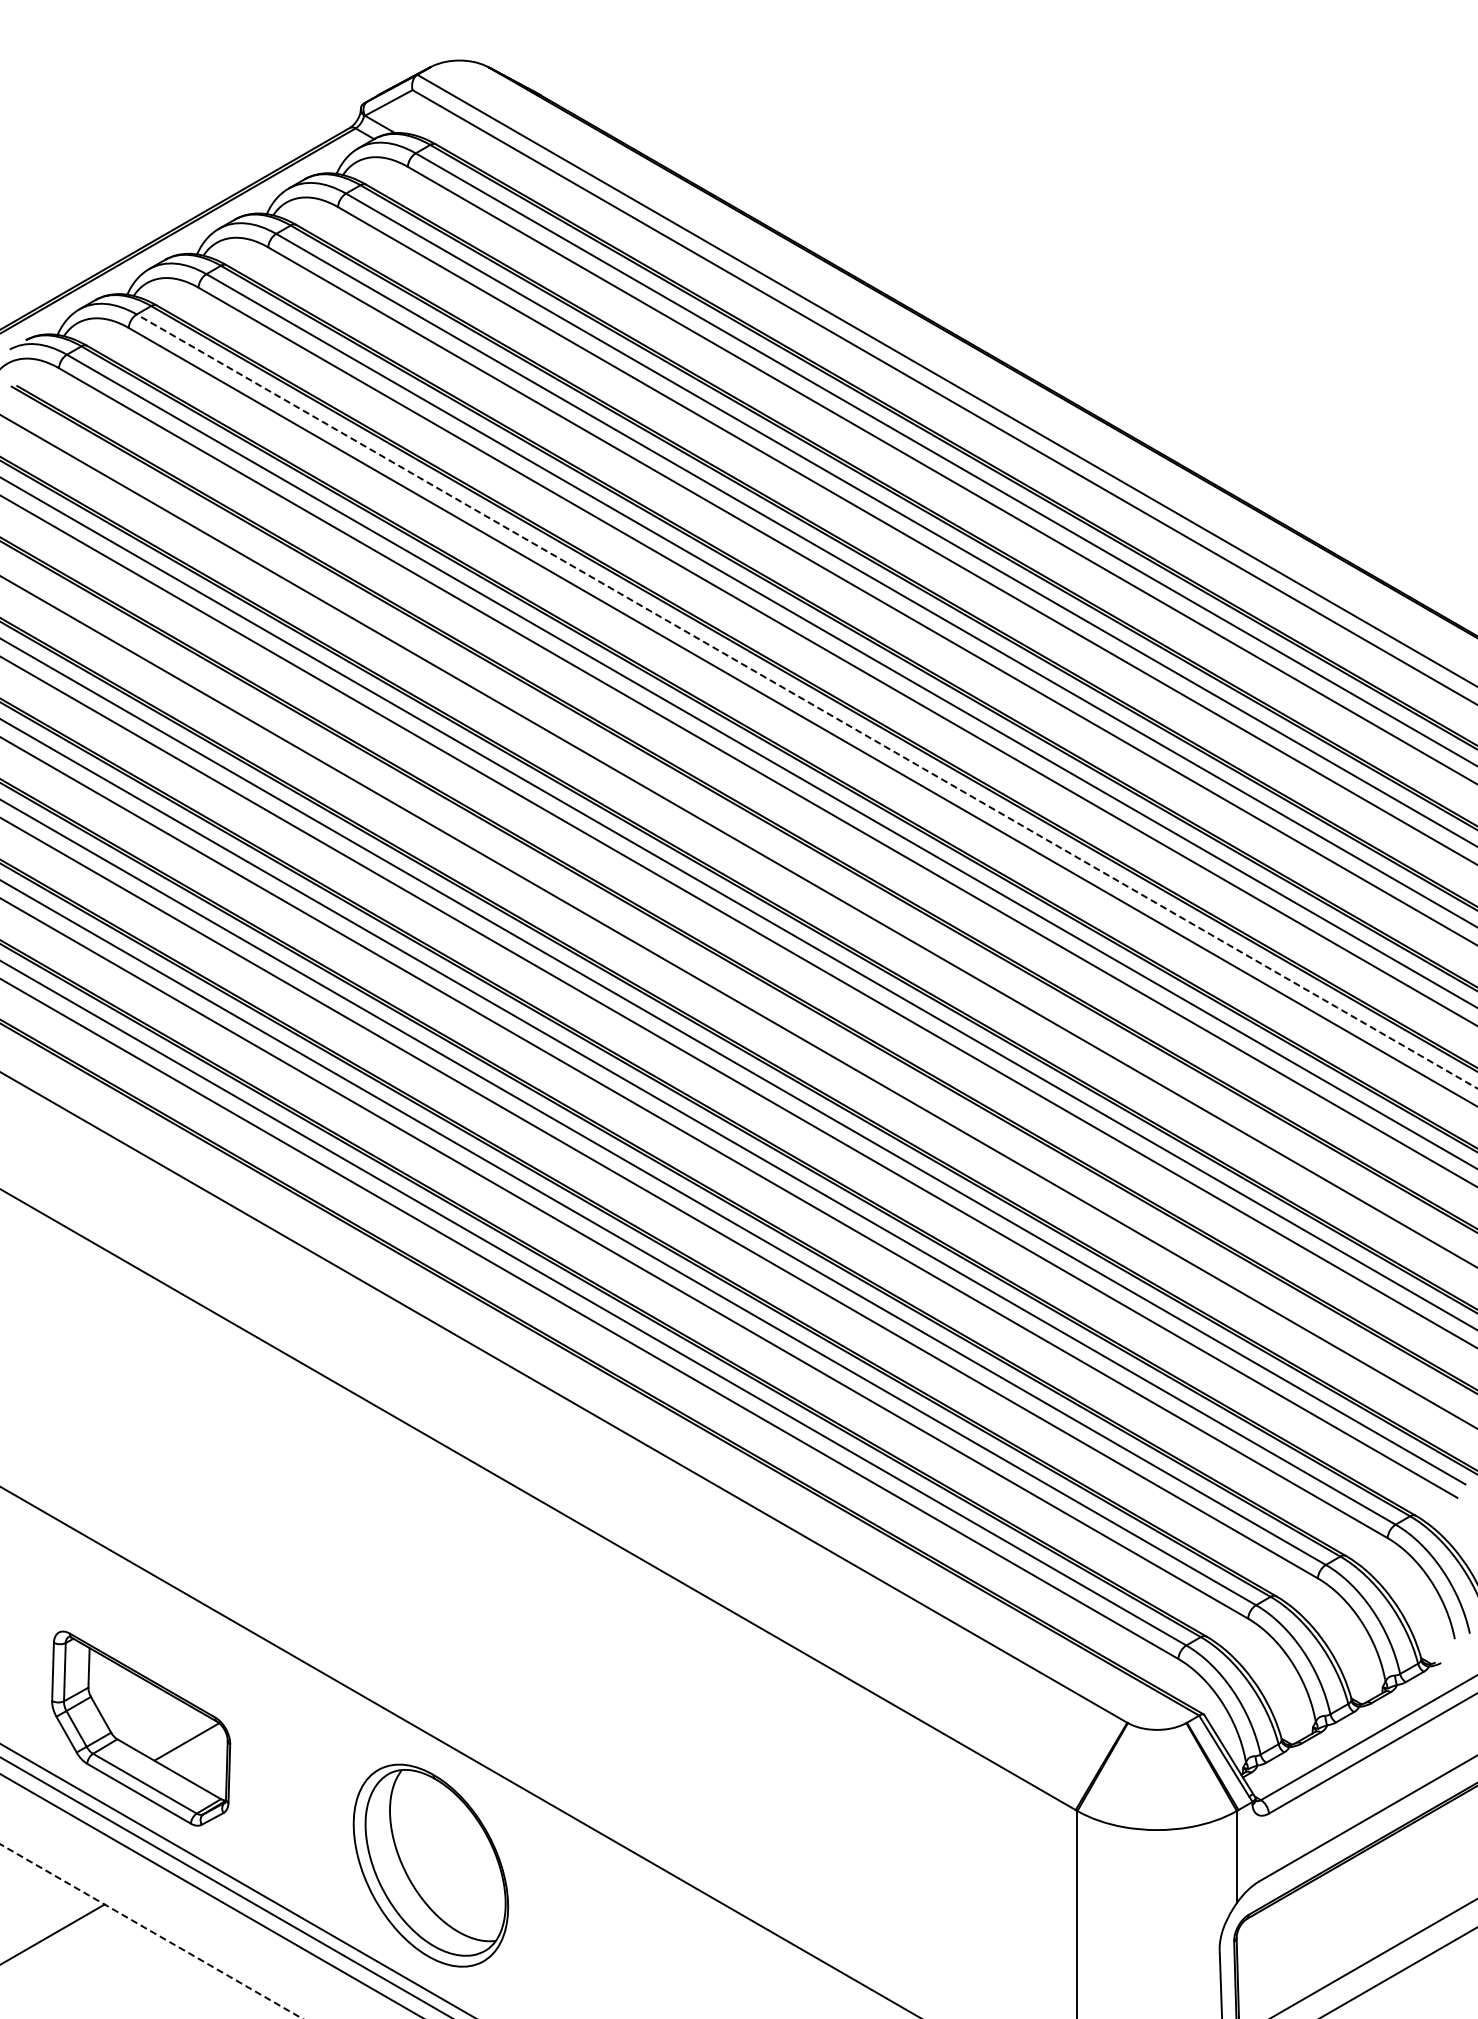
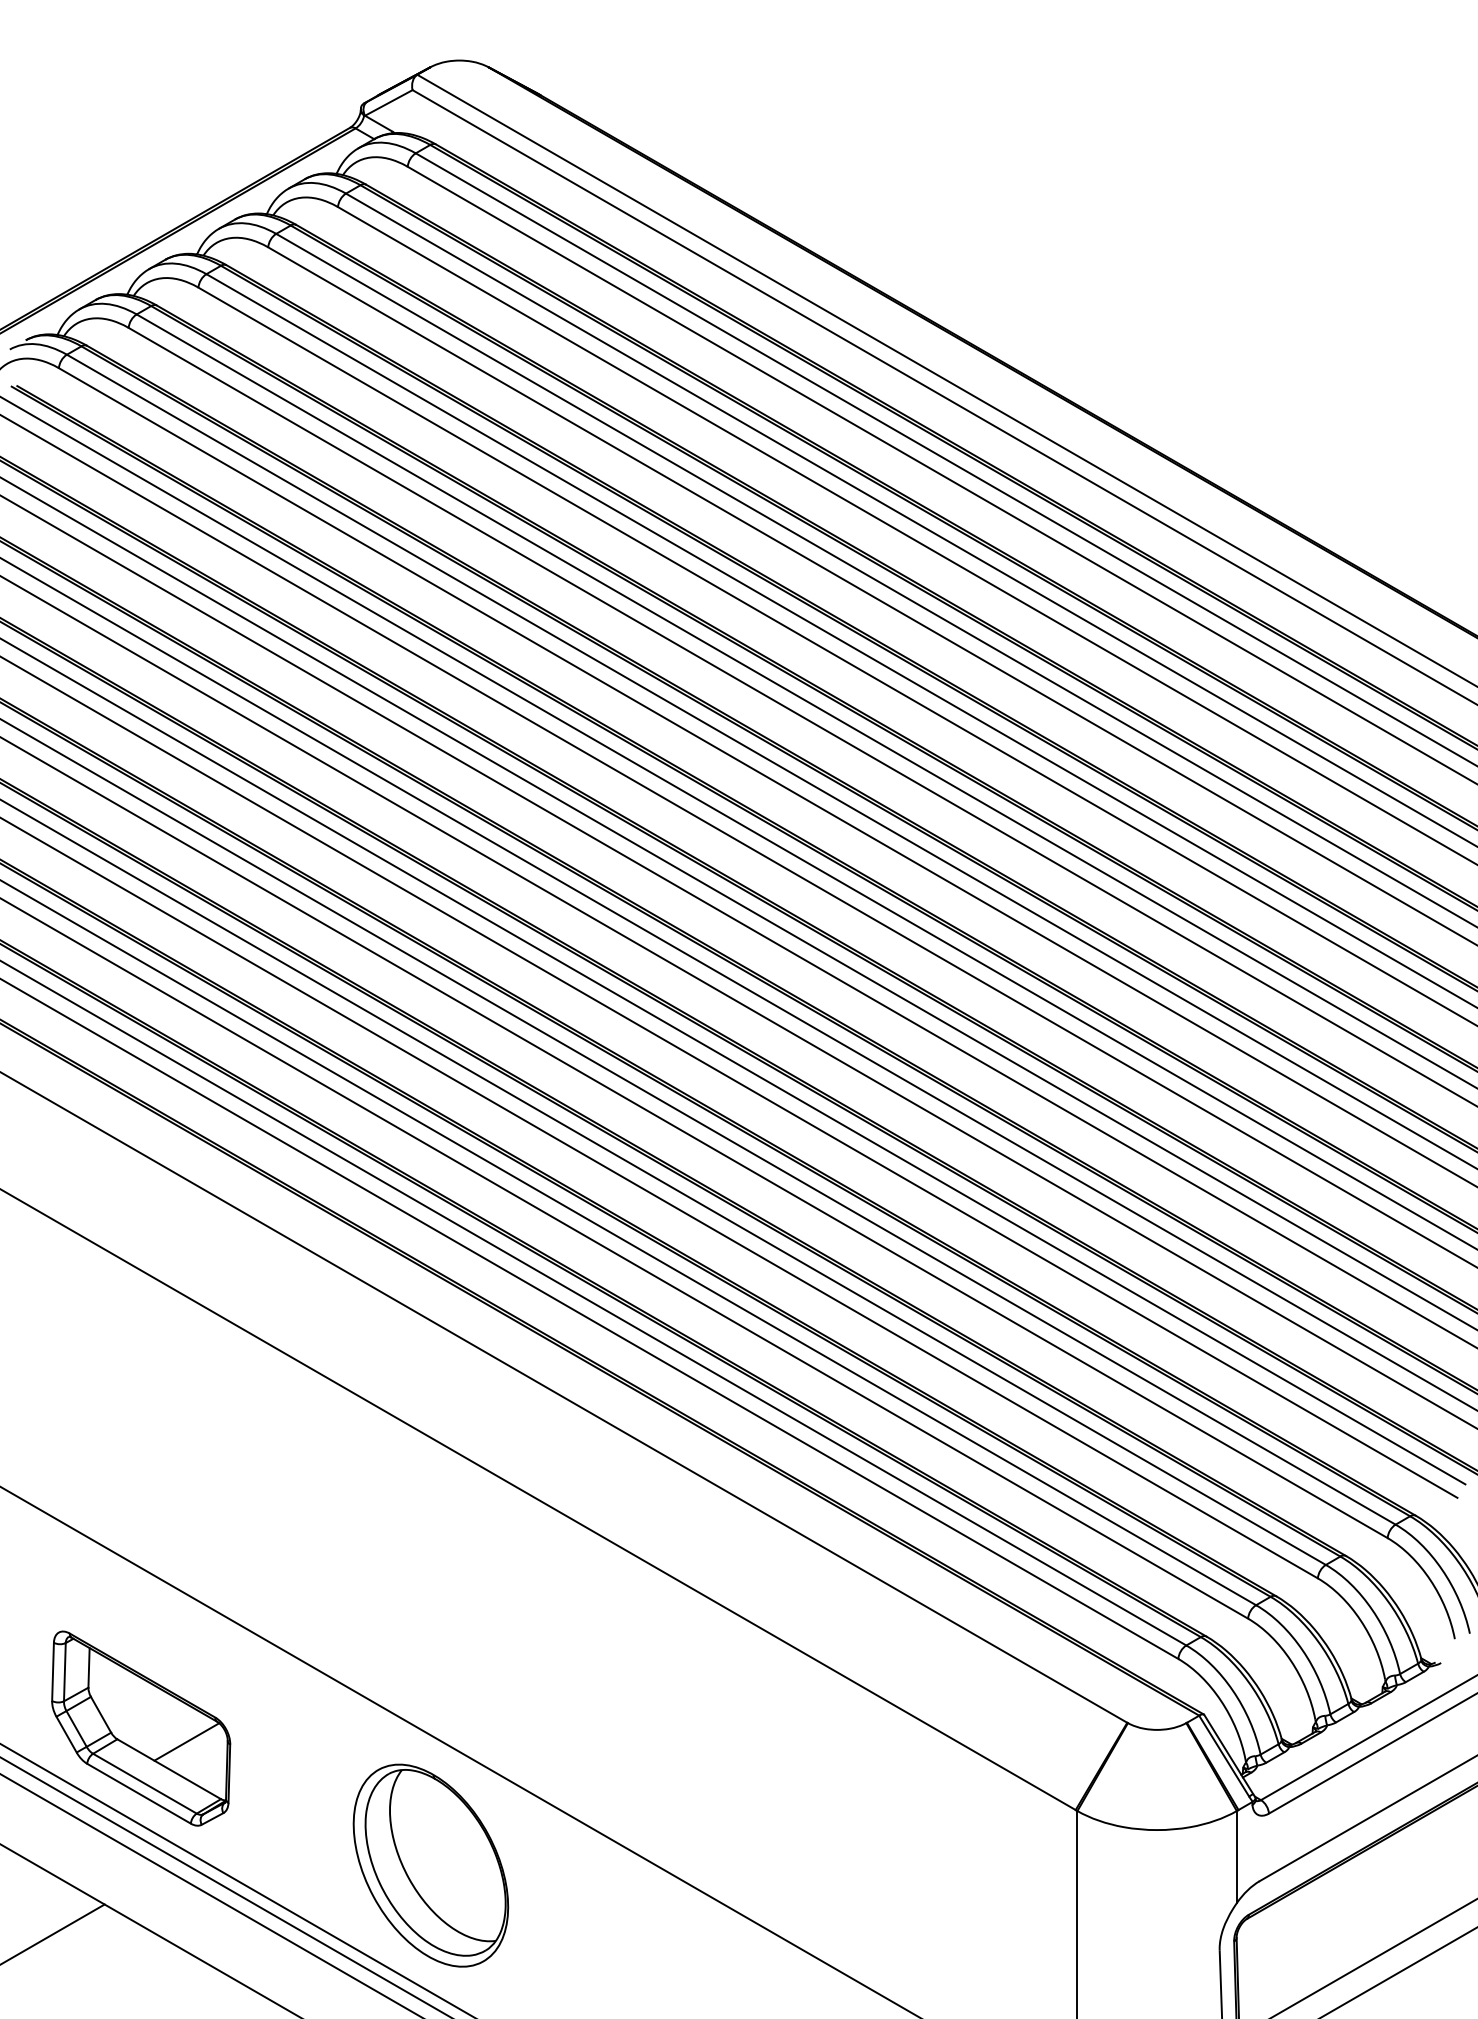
line at (806, 701): dashed -> solid
line at (738, 823): none -> present
line at (738, 984): none -> present
line at (151, 1931): dashed -> solid
